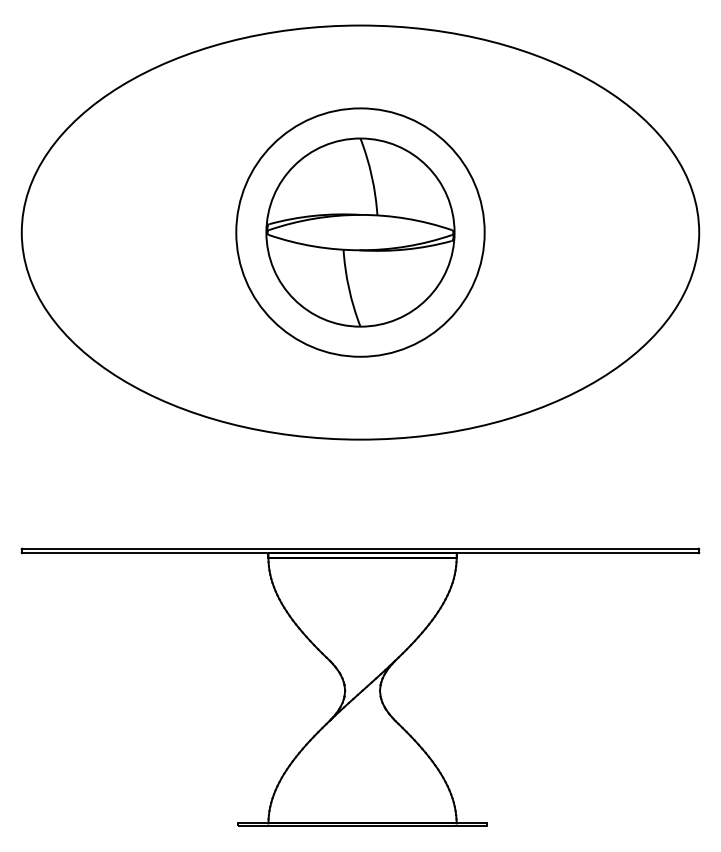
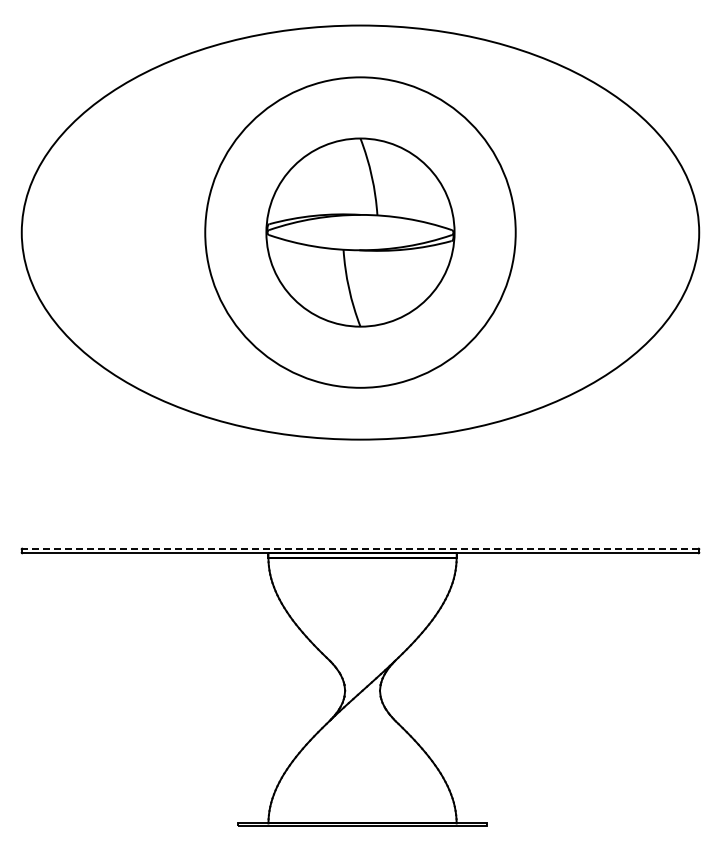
circle at (360, 232) diameter: 248 px -> 310 px
line at (359, 548): solid -> dashed
